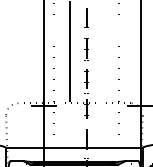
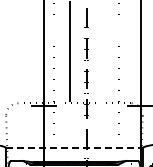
line at (74, 147): solid -> dashed
